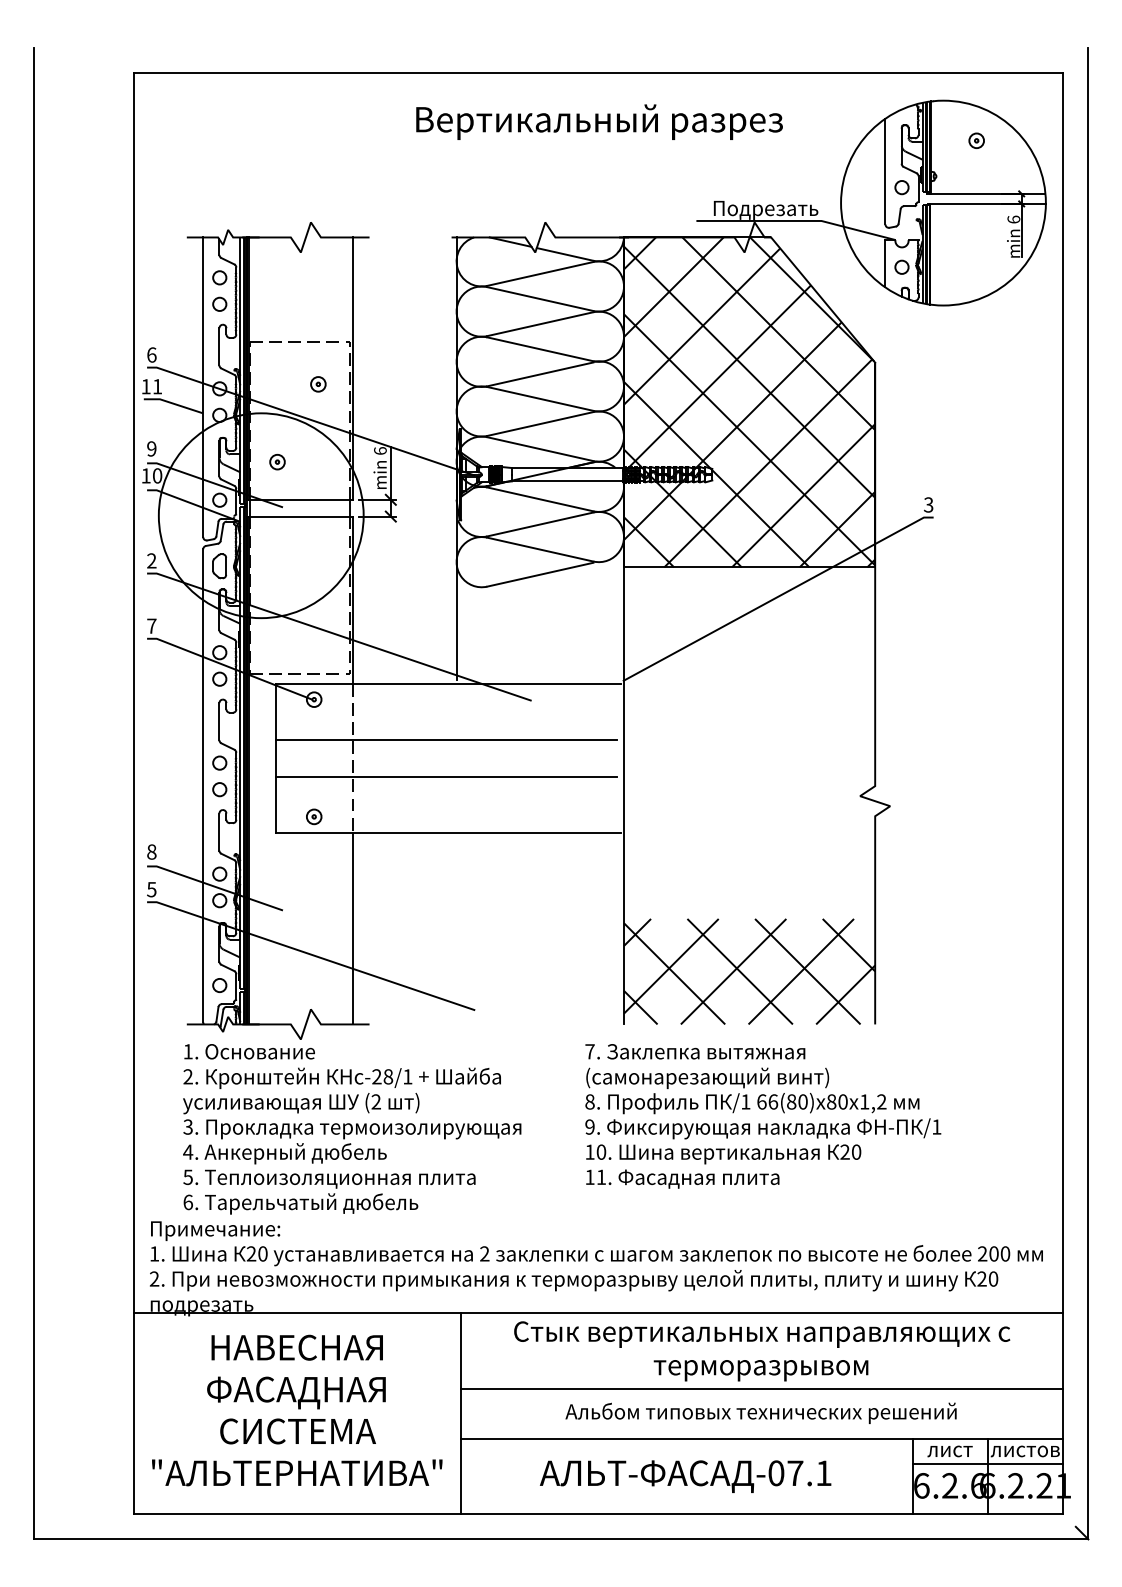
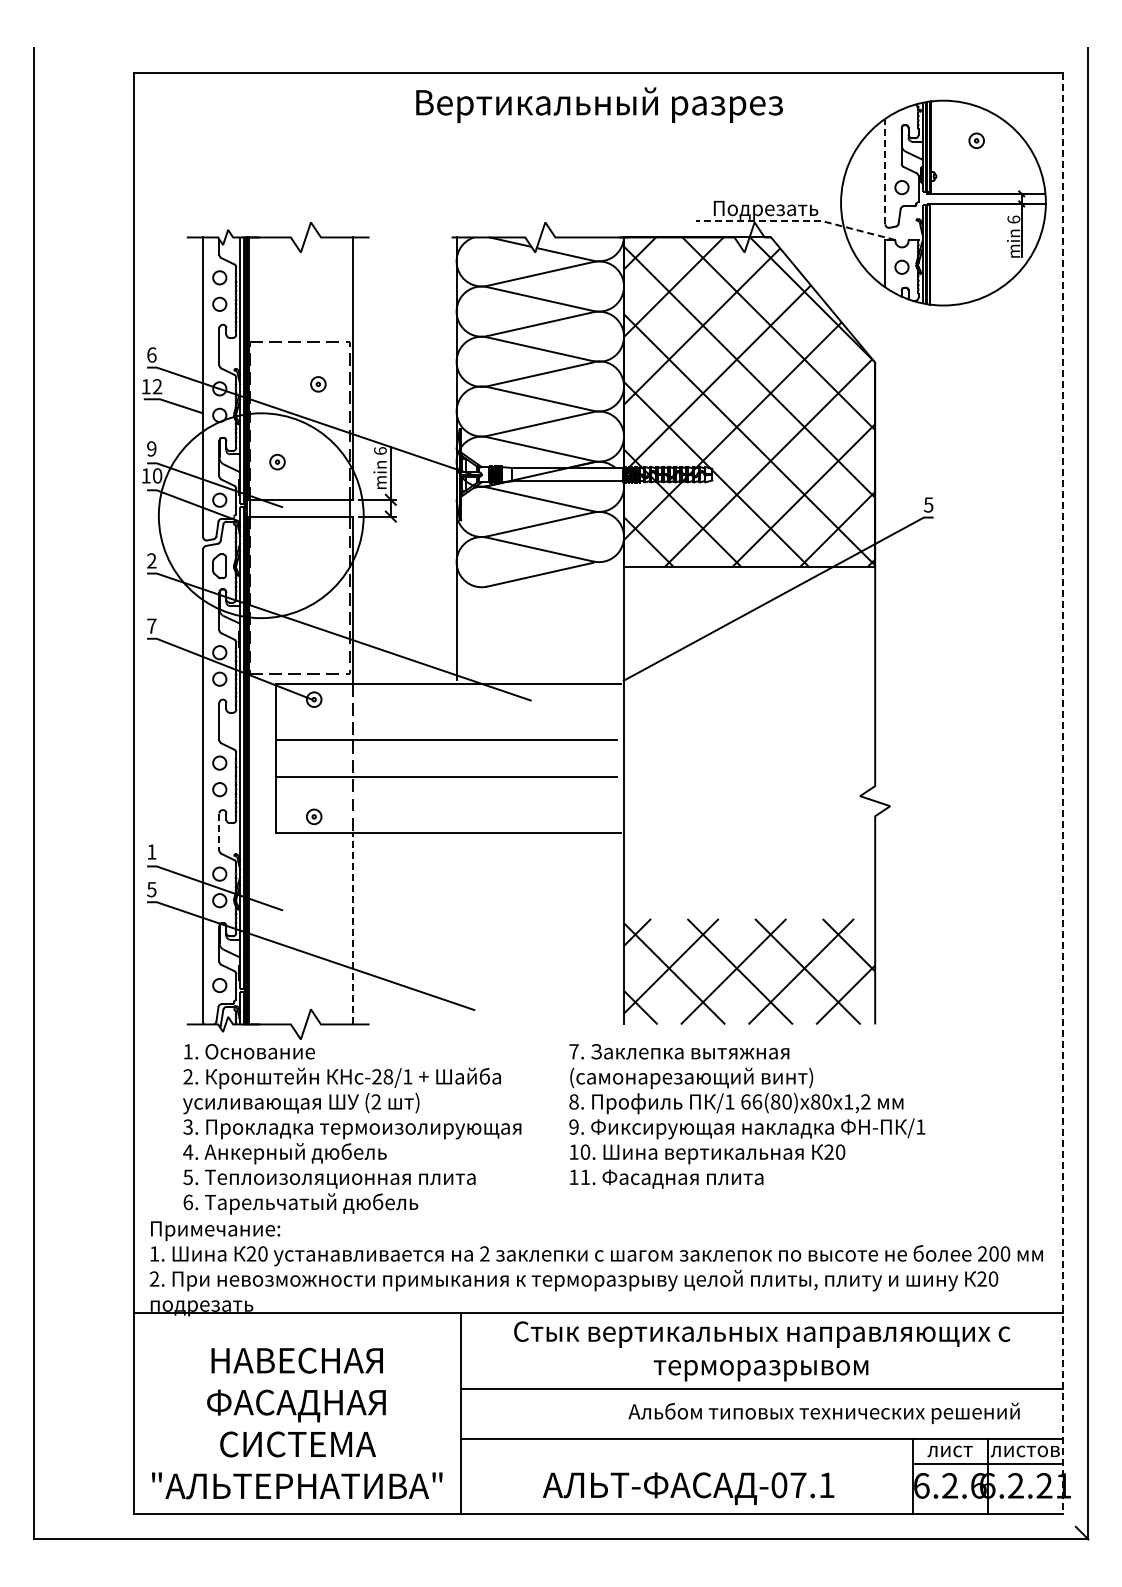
text at (599, 121) position: (599, 121) -> (599, 104)
line at (885, 171): solid -> dashed
line at (797, 220): solid -> dashed
text at (157, 386): 11 -> 12
text at (928, 504): 3 -> 5
line at (1063, 793): solid -> dashed
line at (219, 832): solid -> dashed
text at (151, 851): 8 -> 1
line at (352, 928): solid -> dashed
text at (763, 1116) position: (763, 1116) -> (747, 1116)
text at (297, 1410) position: (297, 1410) -> (297, 1423)
text at (760, 1412) position: (760, 1412) -> (823, 1412)
text at (685, 1476) position: (685, 1476) -> (688, 1488)
